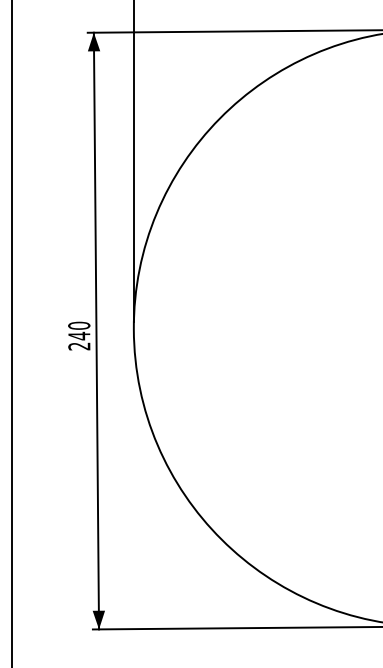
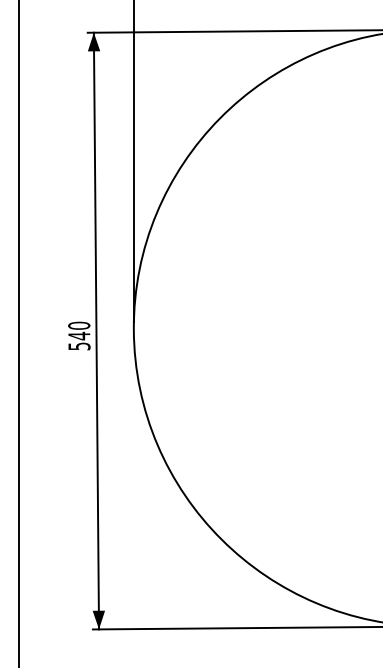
line at (11, 333) position: (11, 333) -> (18, 333)
text at (79, 346): 240 -> 540
